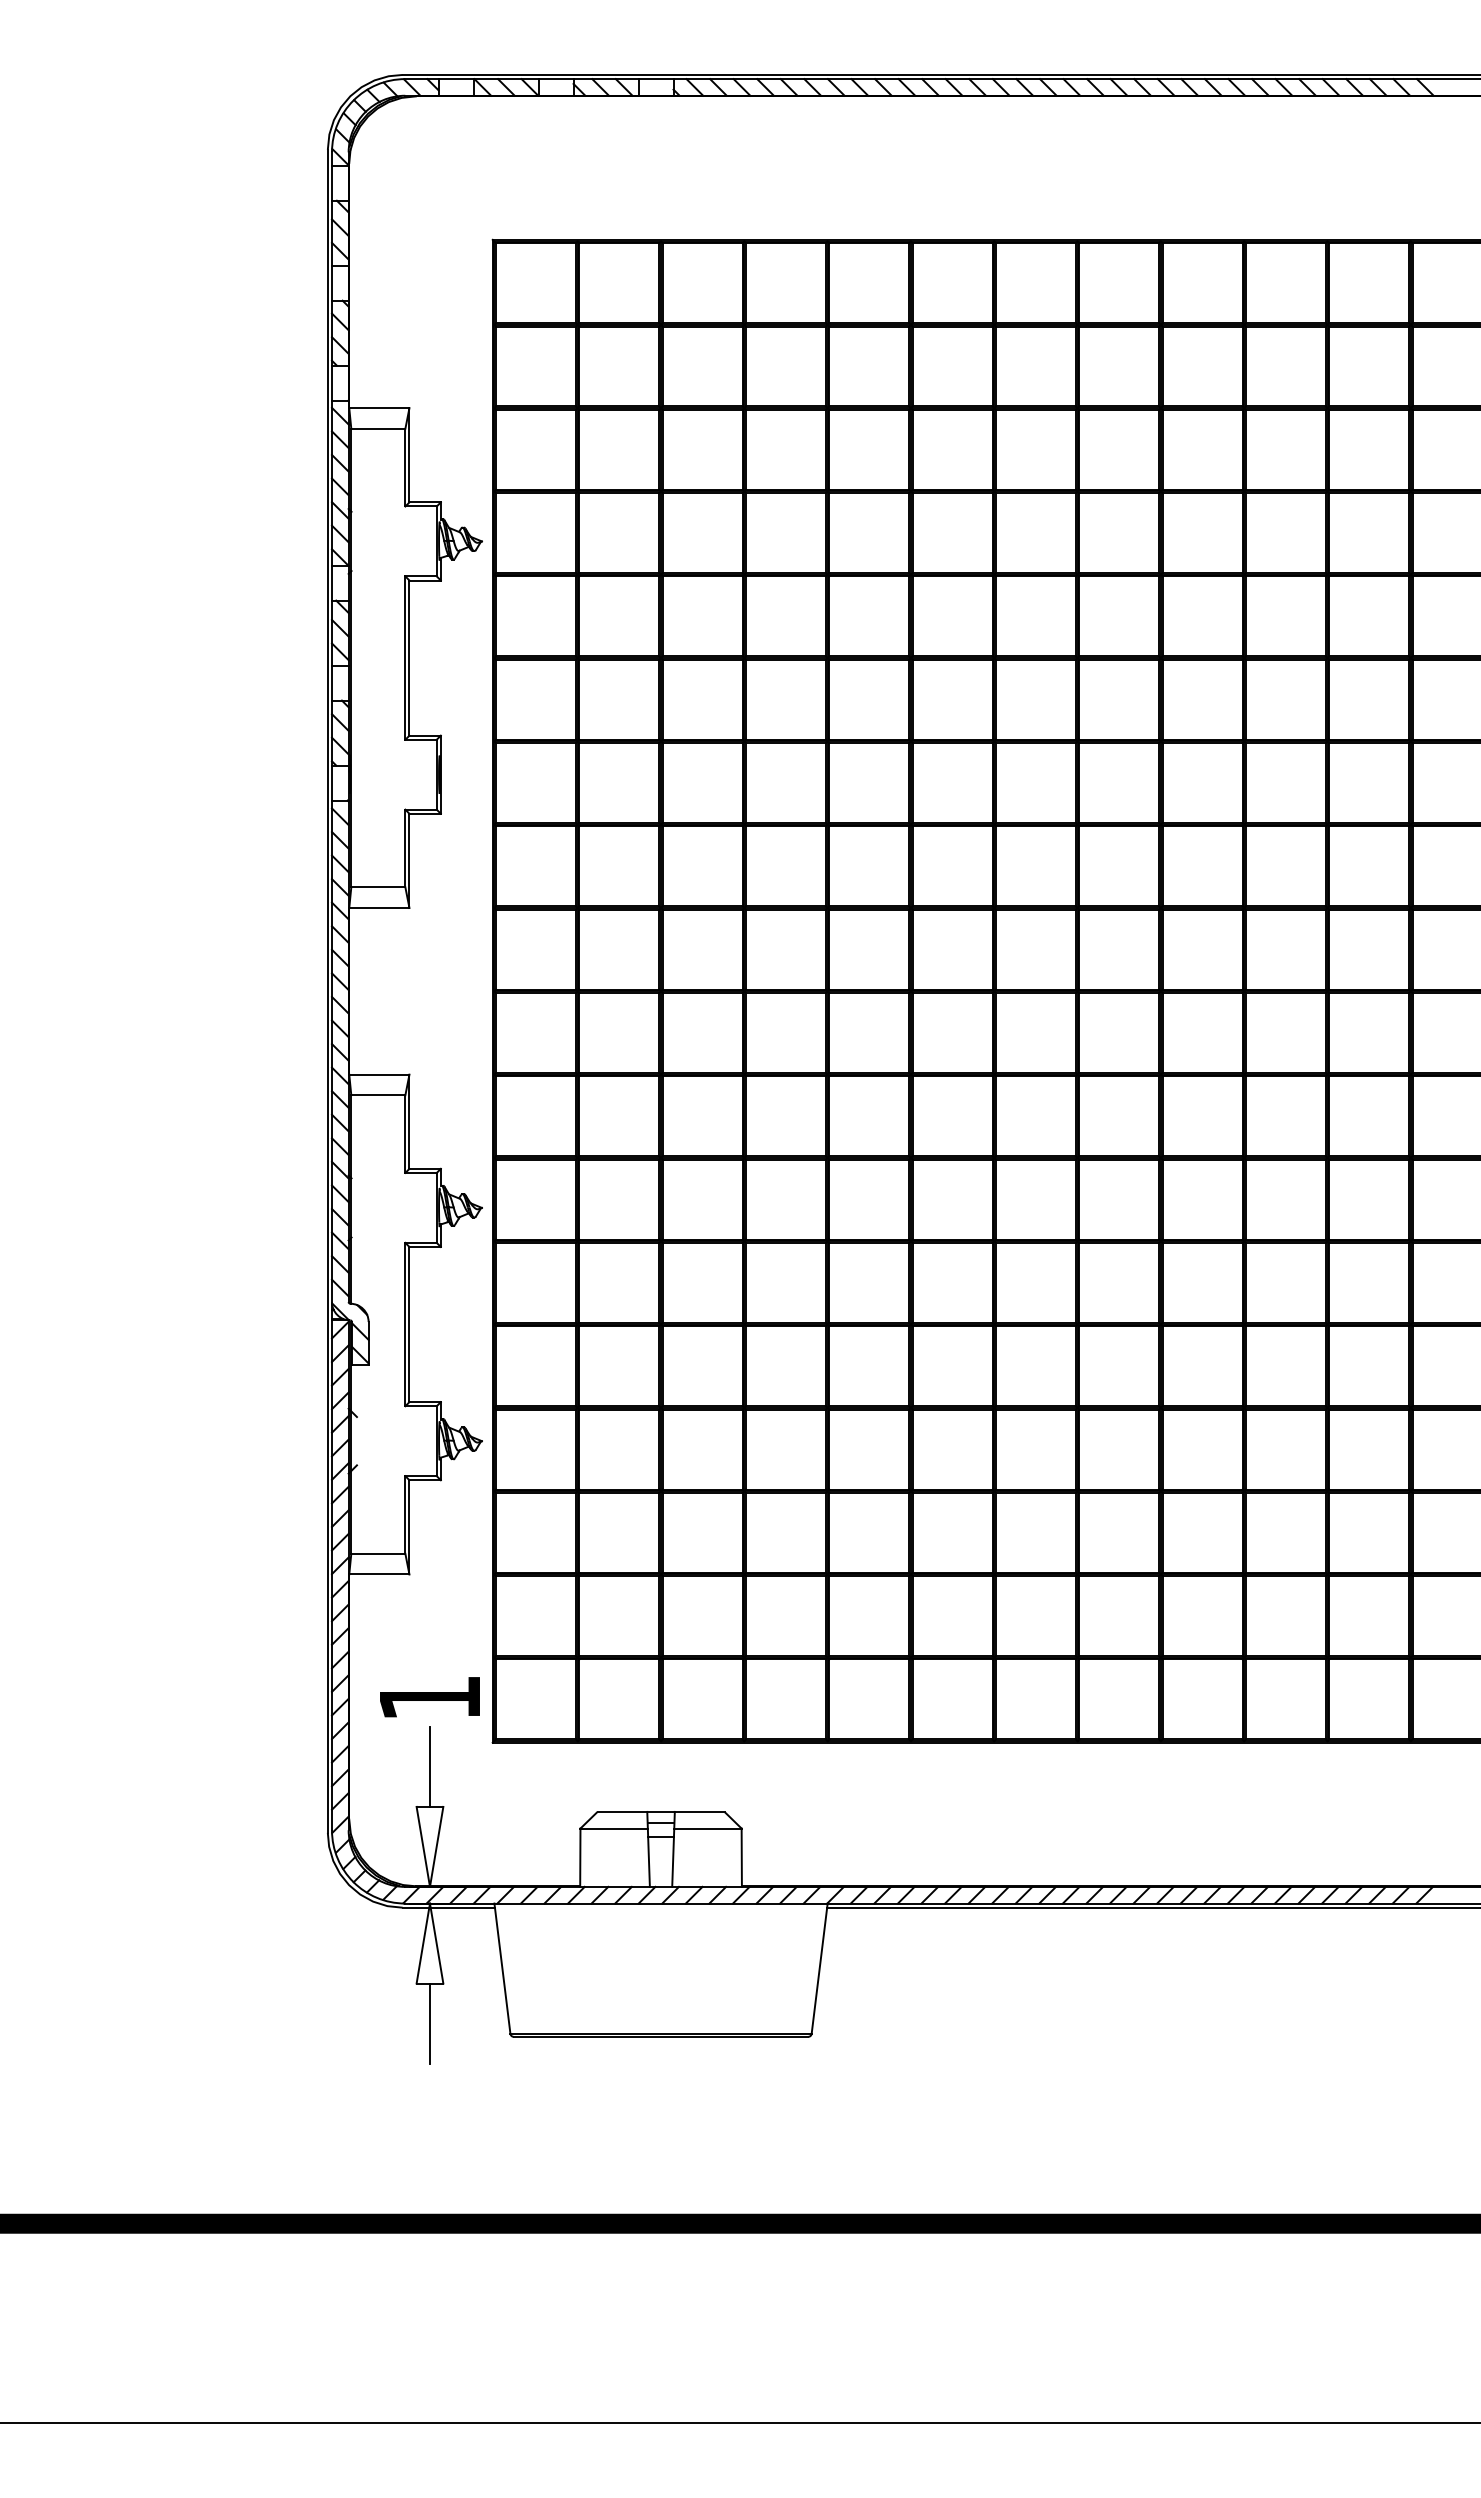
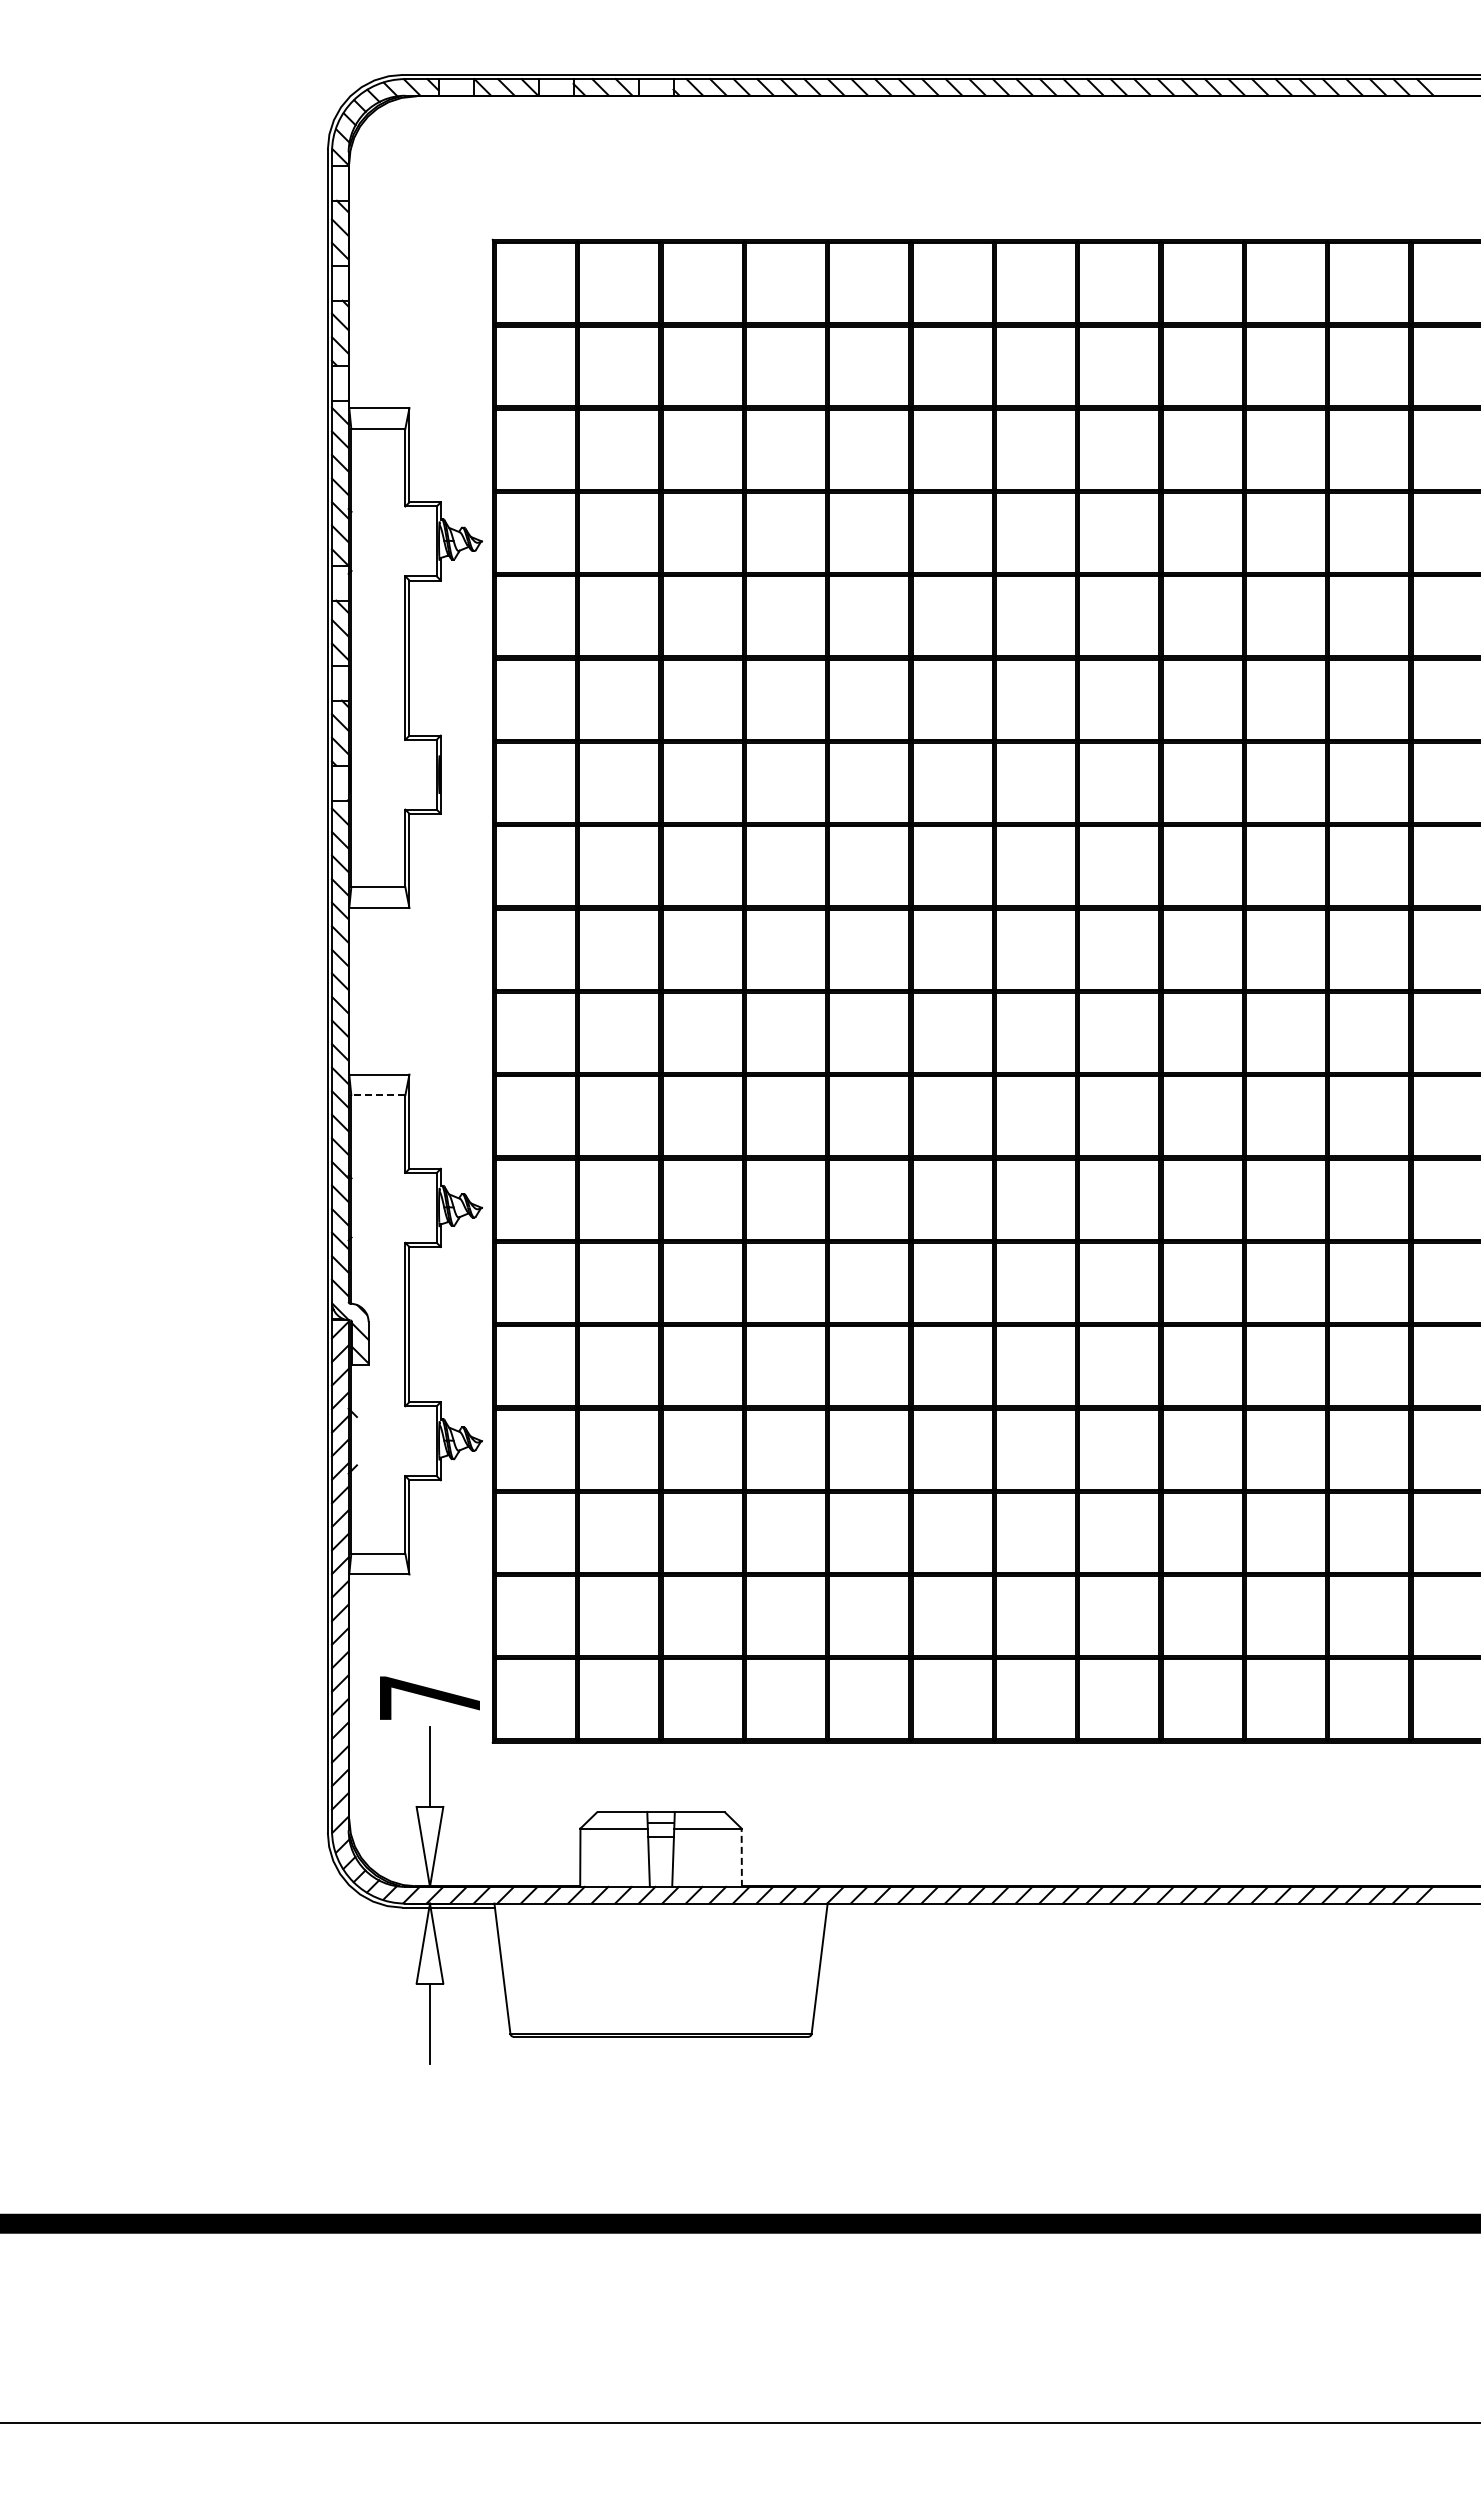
line at (377, 1095): solid -> dashed
text at (429, 1697): 1 -> 7
line at (741, 1857): solid -> dashed
line at (1152, 1907): present -> none
